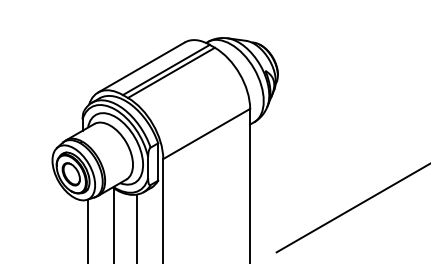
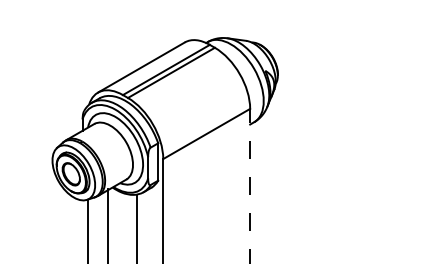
line at (250, 185): solid -> dashed
line at (351, 208): present -> none
line at (114, 224) position: (114, 224) -> (108, 224)
